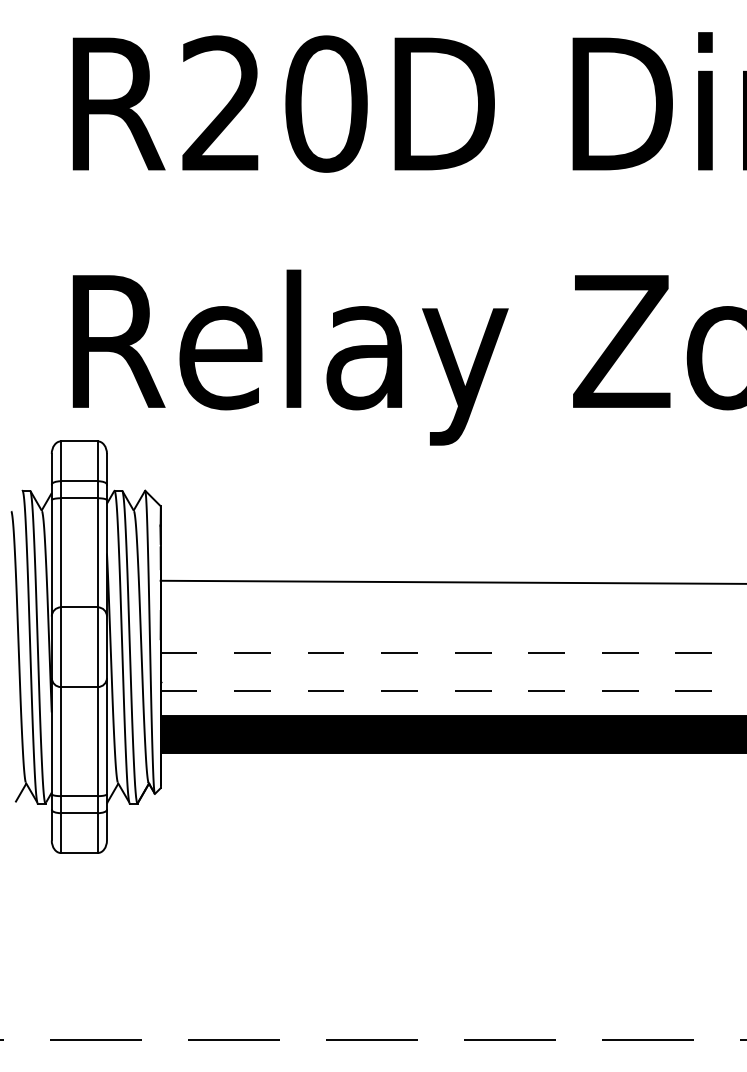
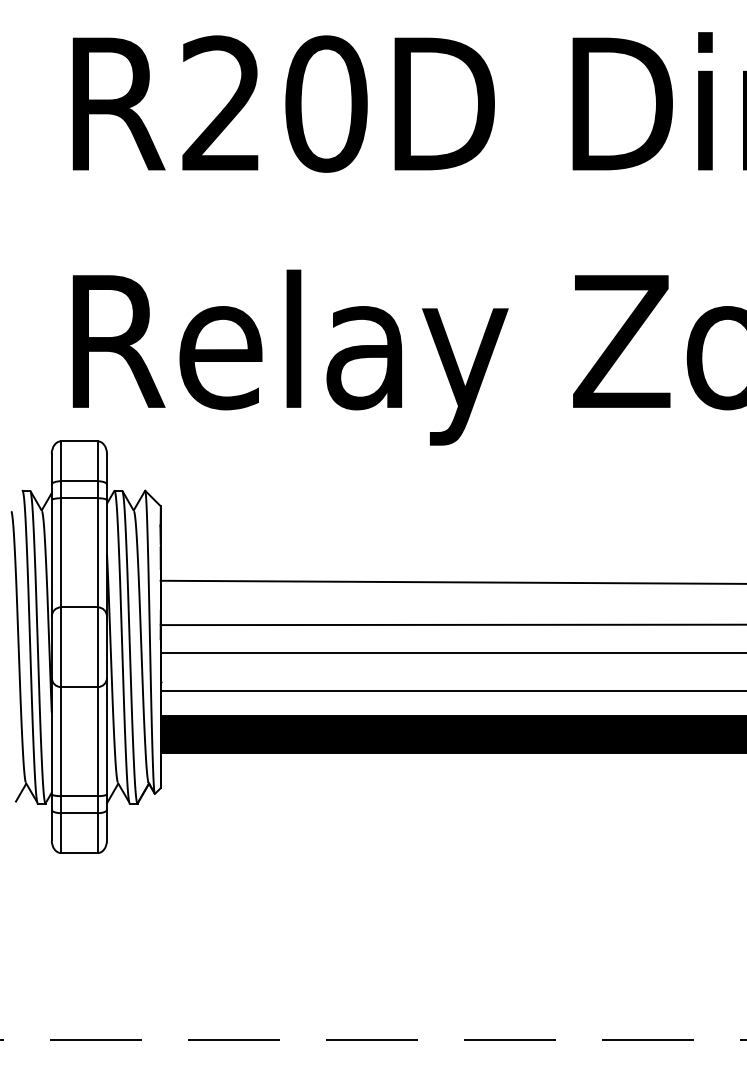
line at (451, 624): none -> present
line at (454, 653): dashed -> solid
line at (454, 690): dashed -> solid
